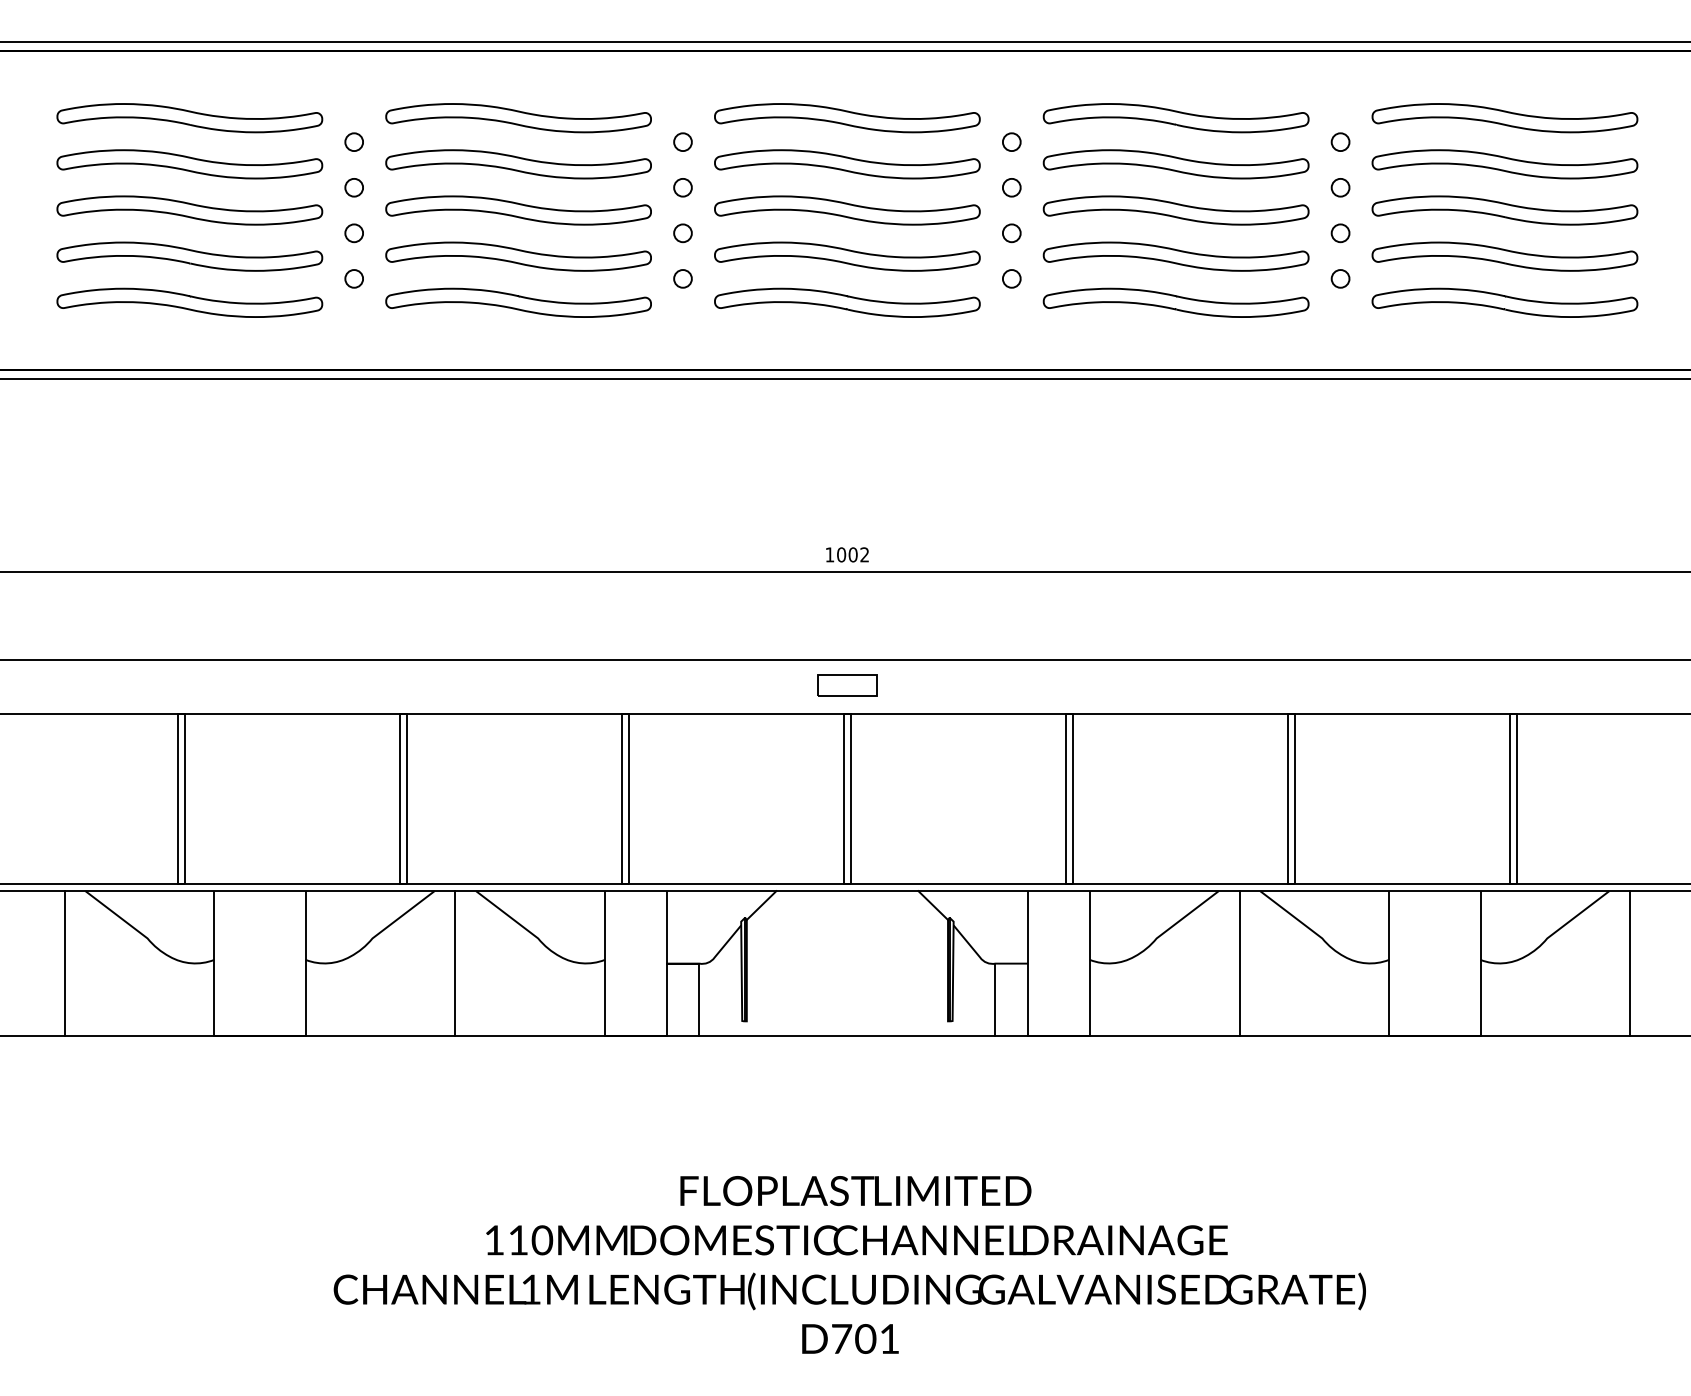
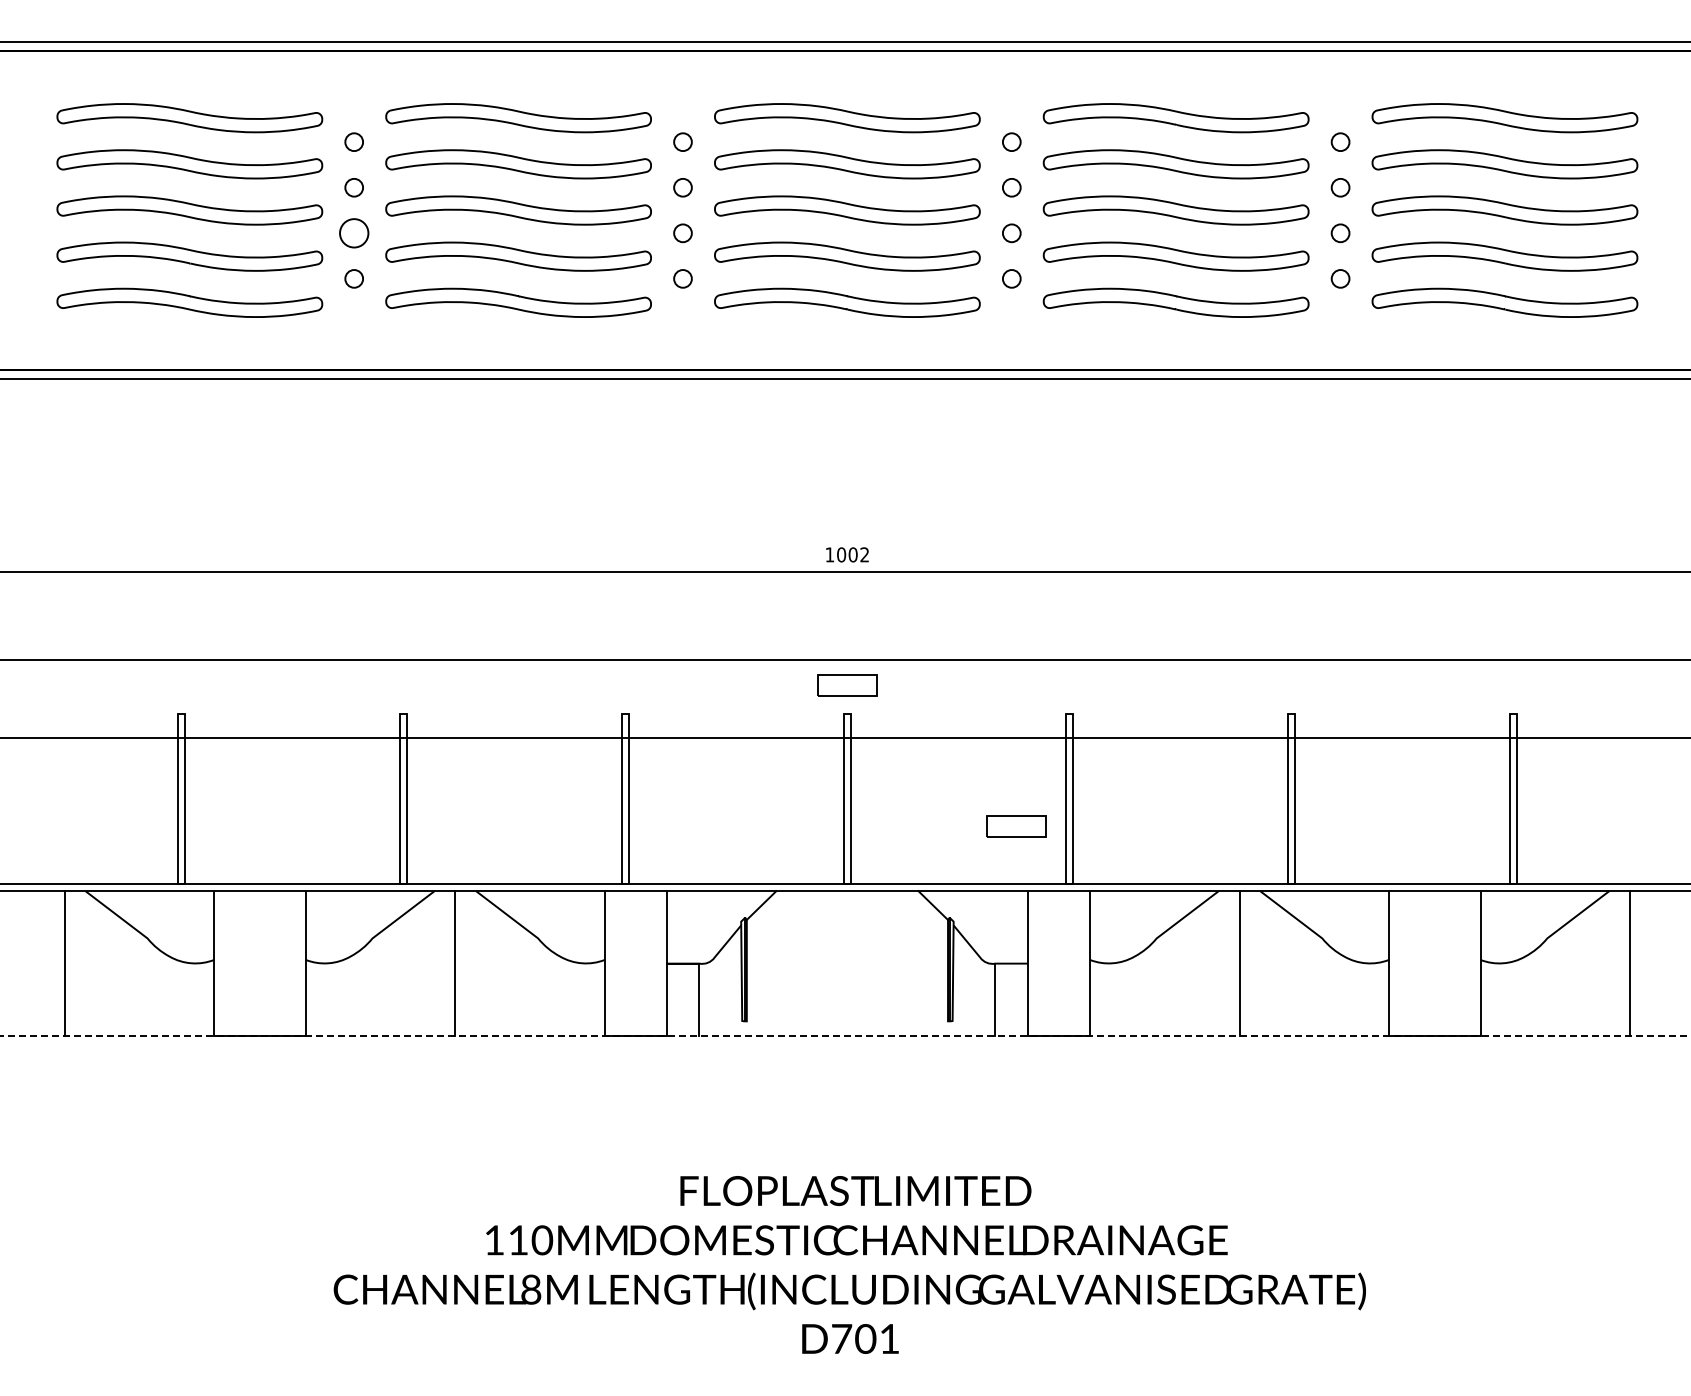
circle at (354, 233) diameter: 18 px -> 28 px
line at (844, 713) position: (844, 713) -> (844, 737)
part at (1016, 826): none -> present
line at (845, 1036): solid -> dashed
text at (531, 1289): 1M -> 8M
